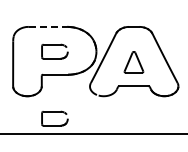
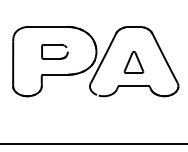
line at (48, 26): dashed -> solid
part at (54, 118): present -> none
line at (93, 134) position: (93, 134) -> (93, 144)
